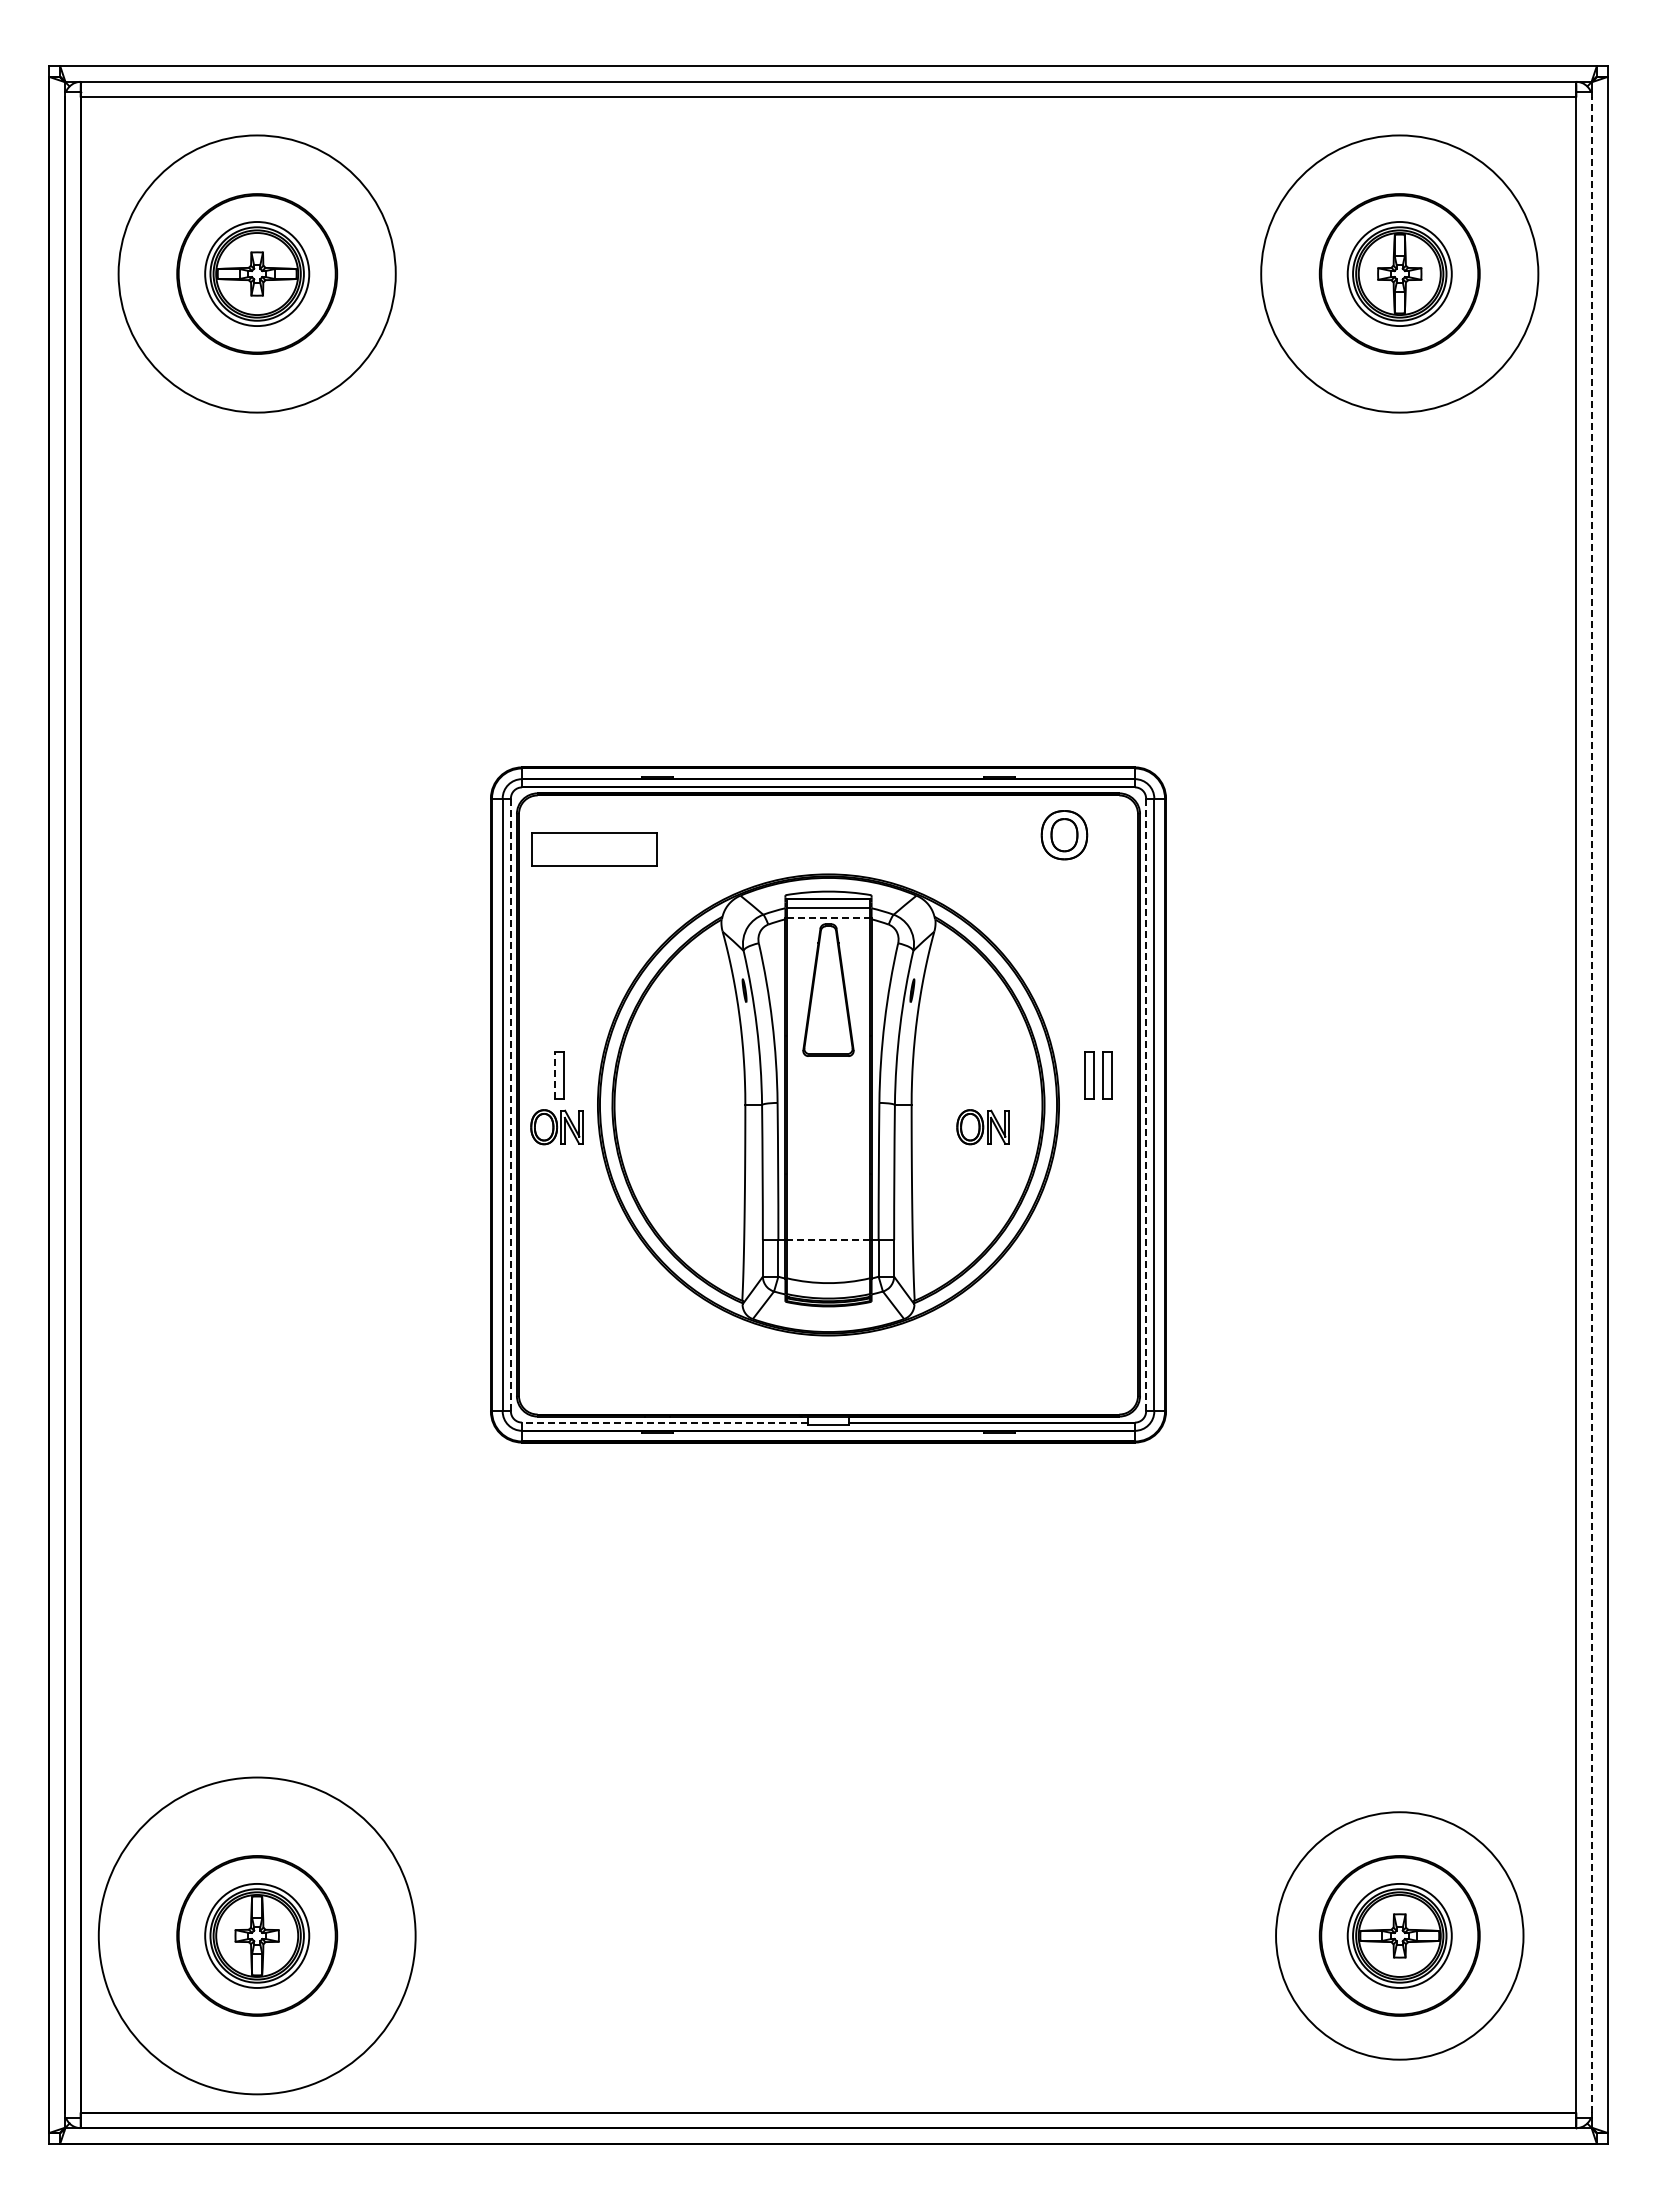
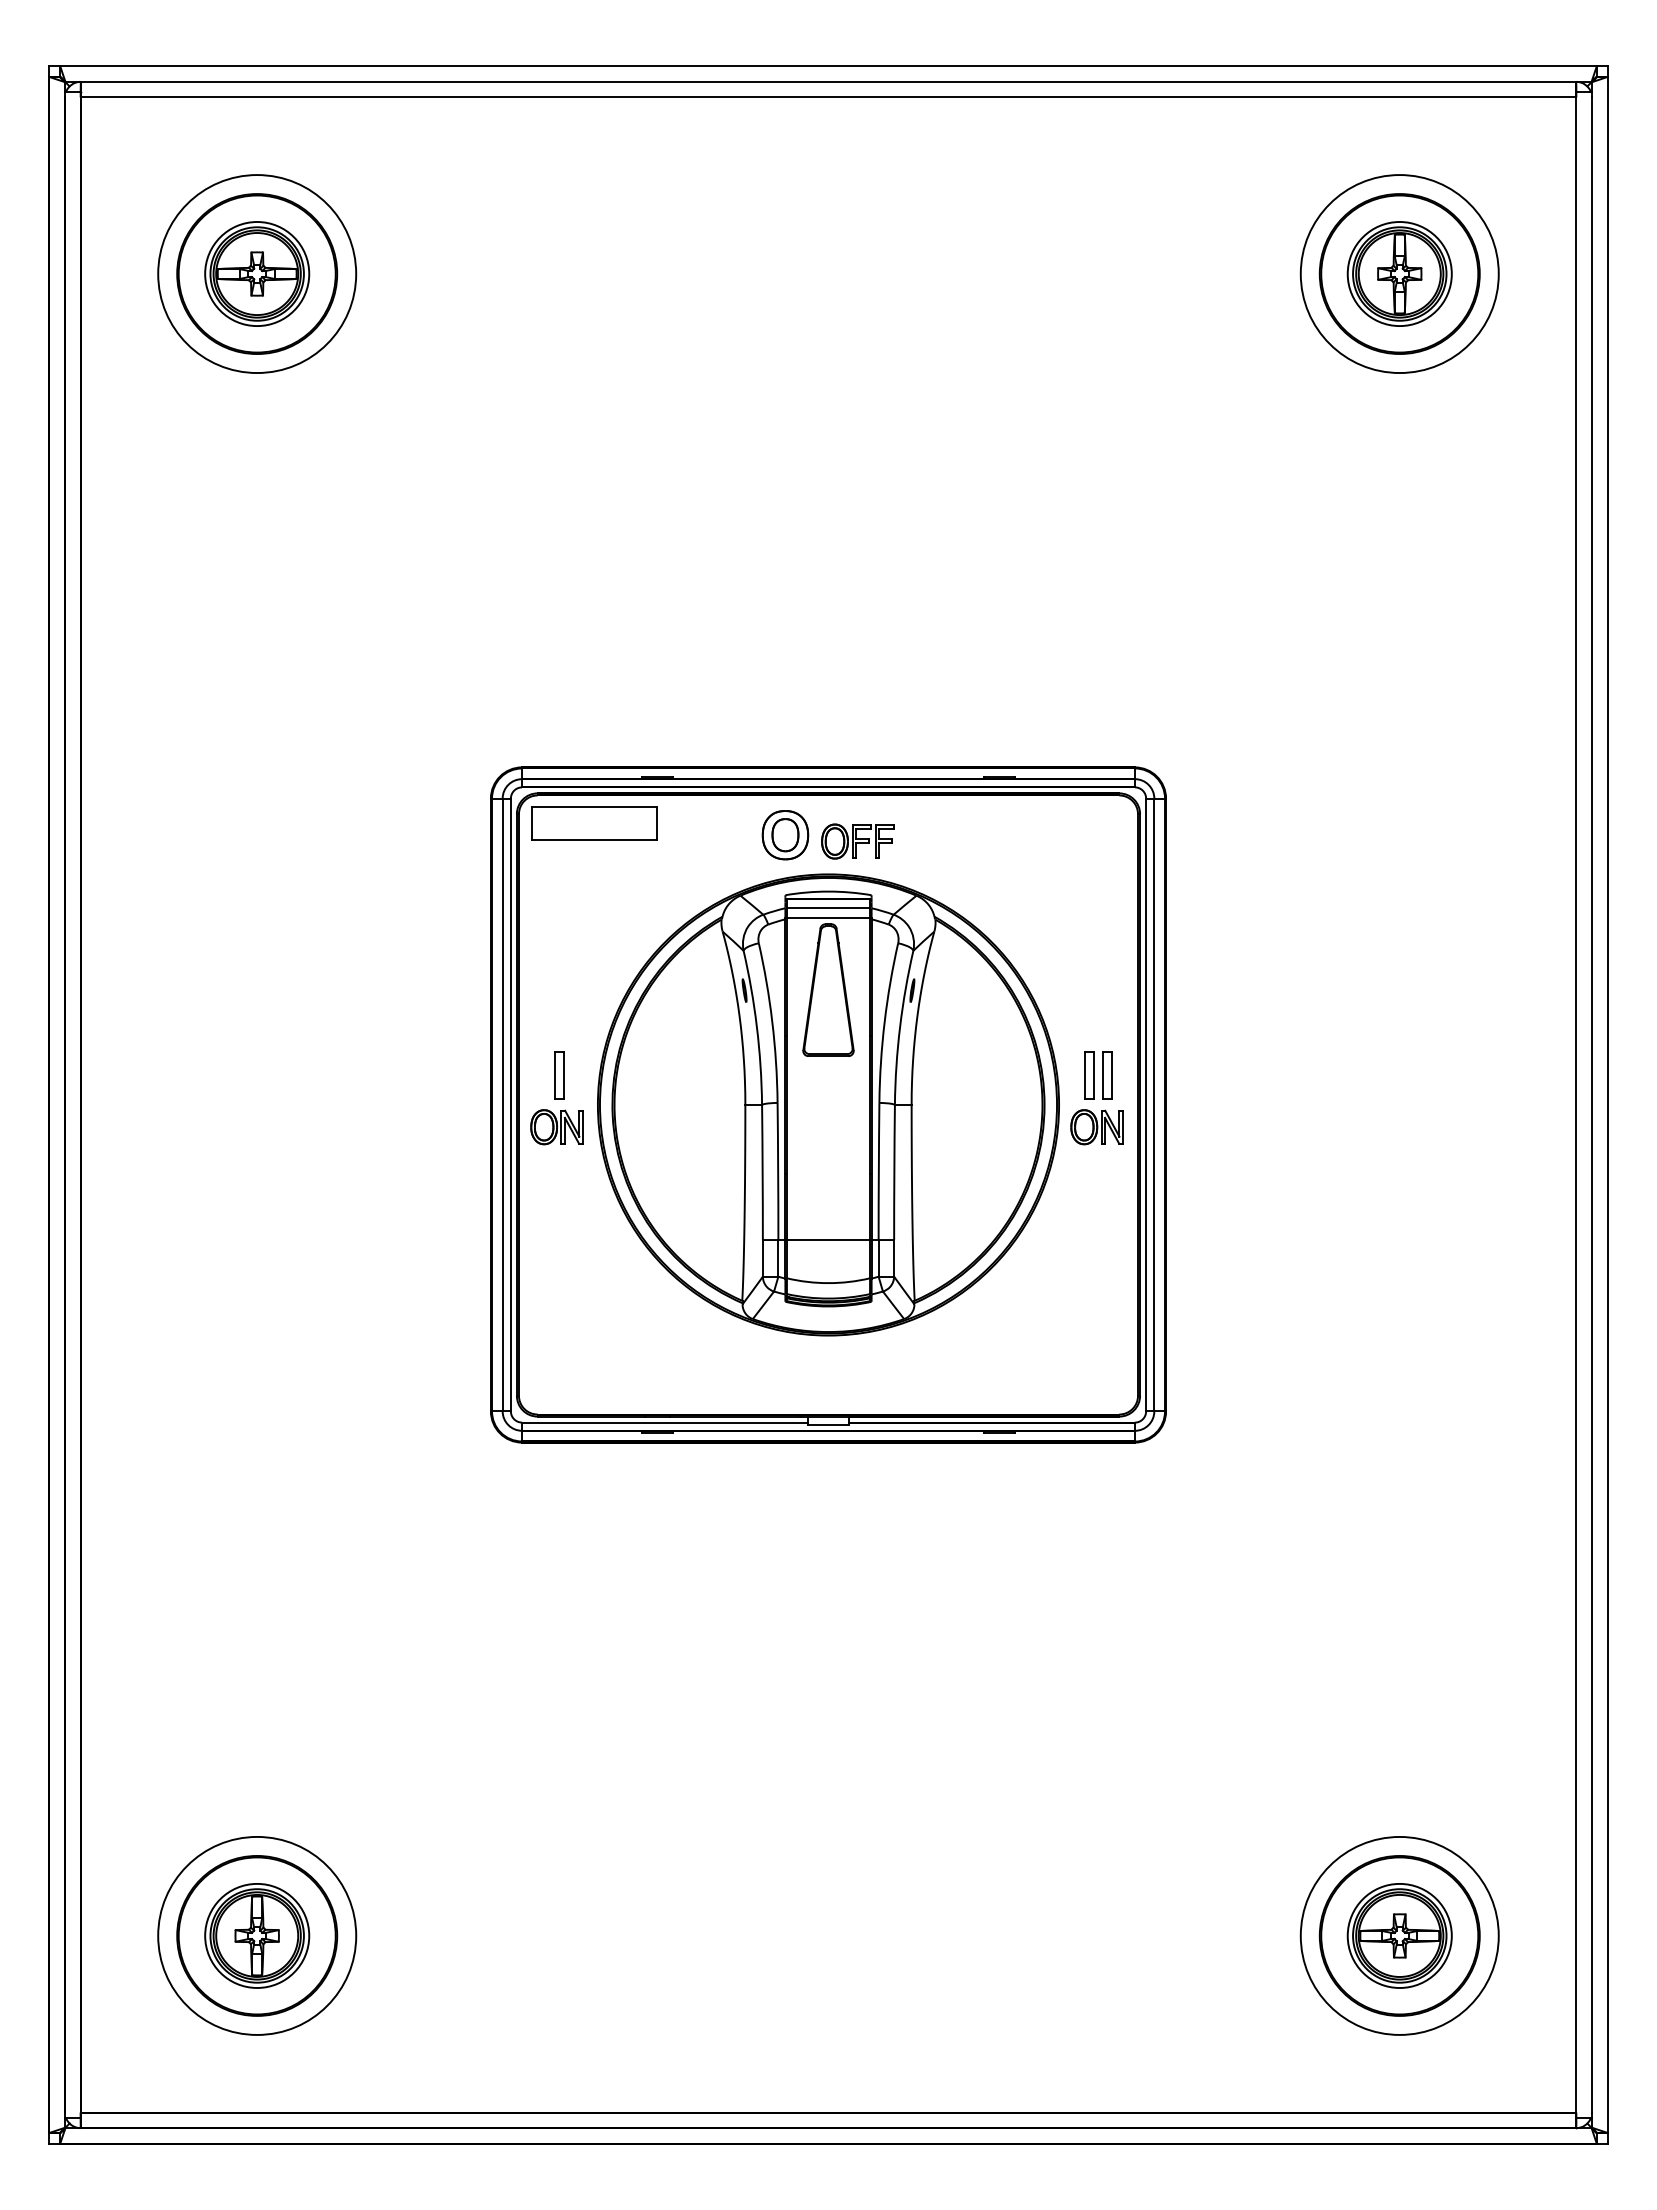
circle at (256, 273) diameter: 277 px -> 198 px
circle at (1399, 273) diameter: 277 px -> 198 px
part at (1064, 835) position: (1064, 835) -> (785, 835)
part at (857, 841): none -> present
part at (594, 849) position: (594, 849) -> (594, 823)
line at (828, 918): dashed -> solid
line at (554, 1074): dashed -> solid
line at (510, 1104): dashed -> solid
line at (1146, 1105): dashed -> solid
line at (1591, 1105): dashed -> solid
part at (982, 1127) position: (982, 1127) -> (1096, 1127)
line at (828, 1240): dashed -> solid
line at (664, 1422): dashed -> solid
circle at (256, 1935) diameter: 317 px -> 198 px
circle at (1399, 1935) diameter: 247 px -> 198 px
